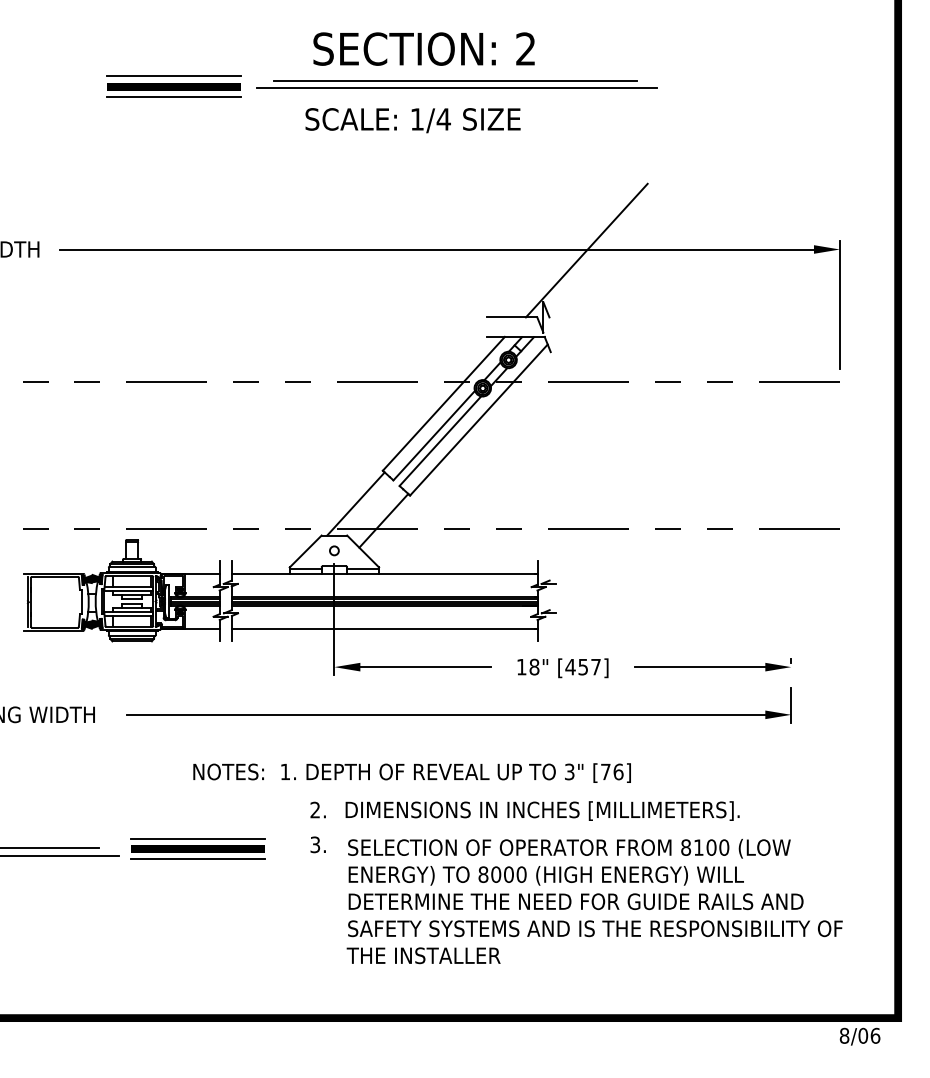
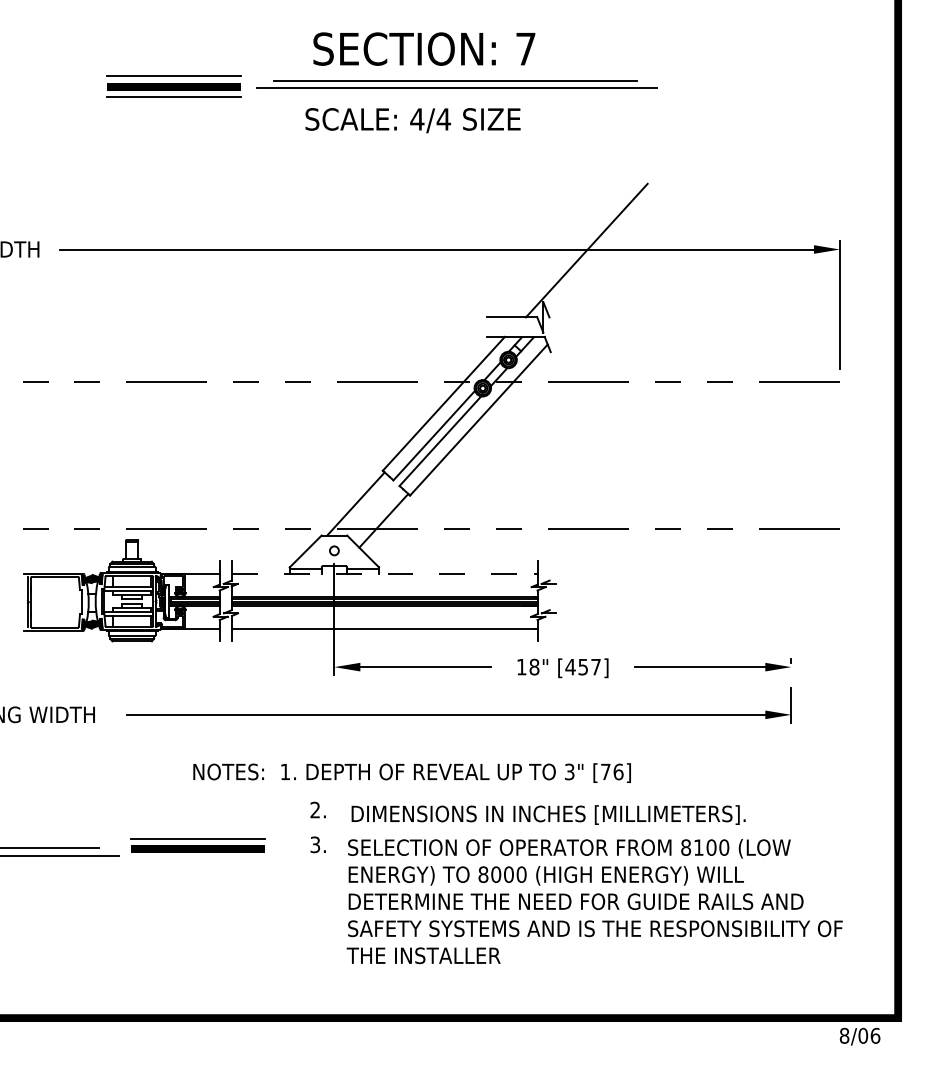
text at (525, 48): 2 -> 7
text at (417, 119): 1/4 -> 4/4
line at (384, 573): solid -> dashed
text at (542, 810) position: (542, 810) -> (548, 814)
line at (197, 859): present -> none
